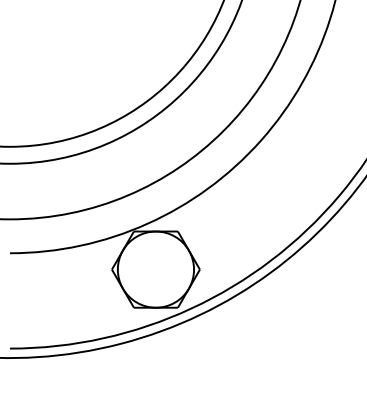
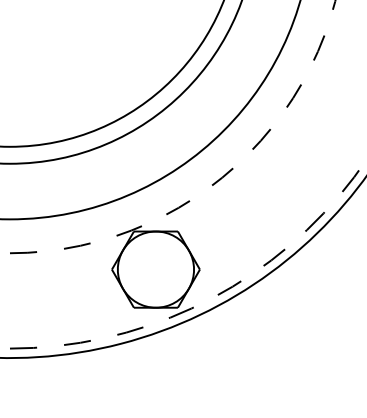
arc at (216, 182): solid -> dashed
arc at (212, 298): solid -> dashed
